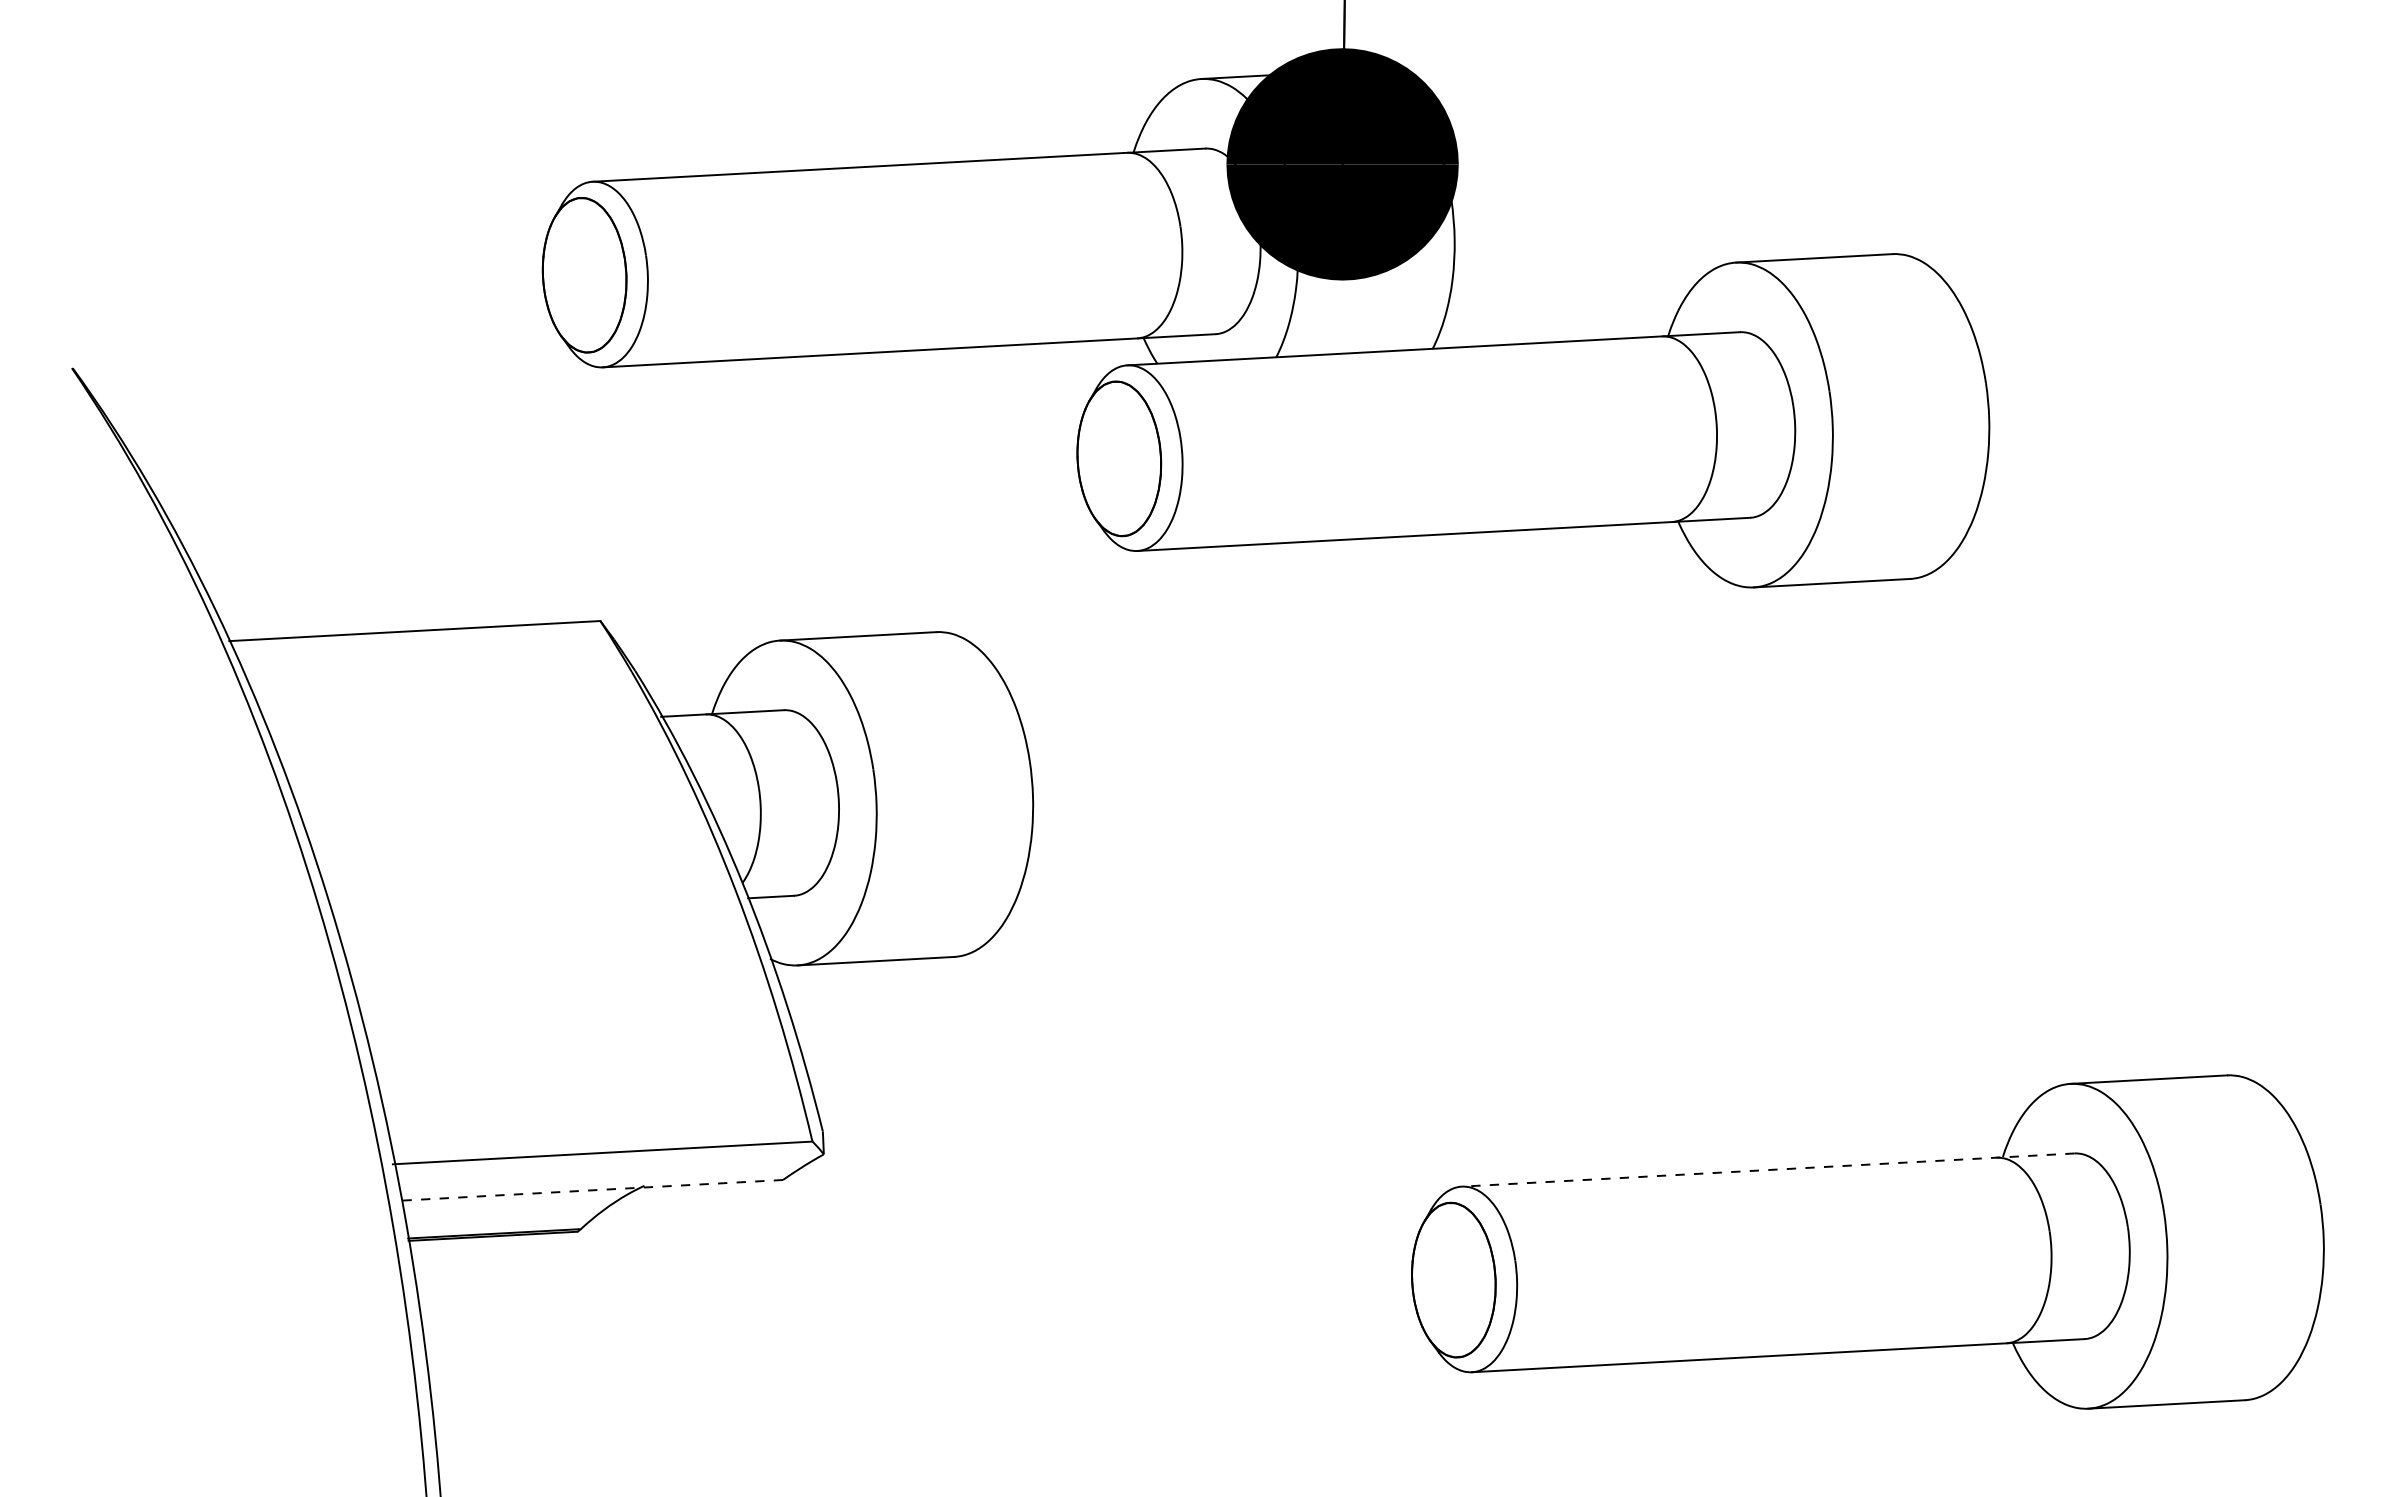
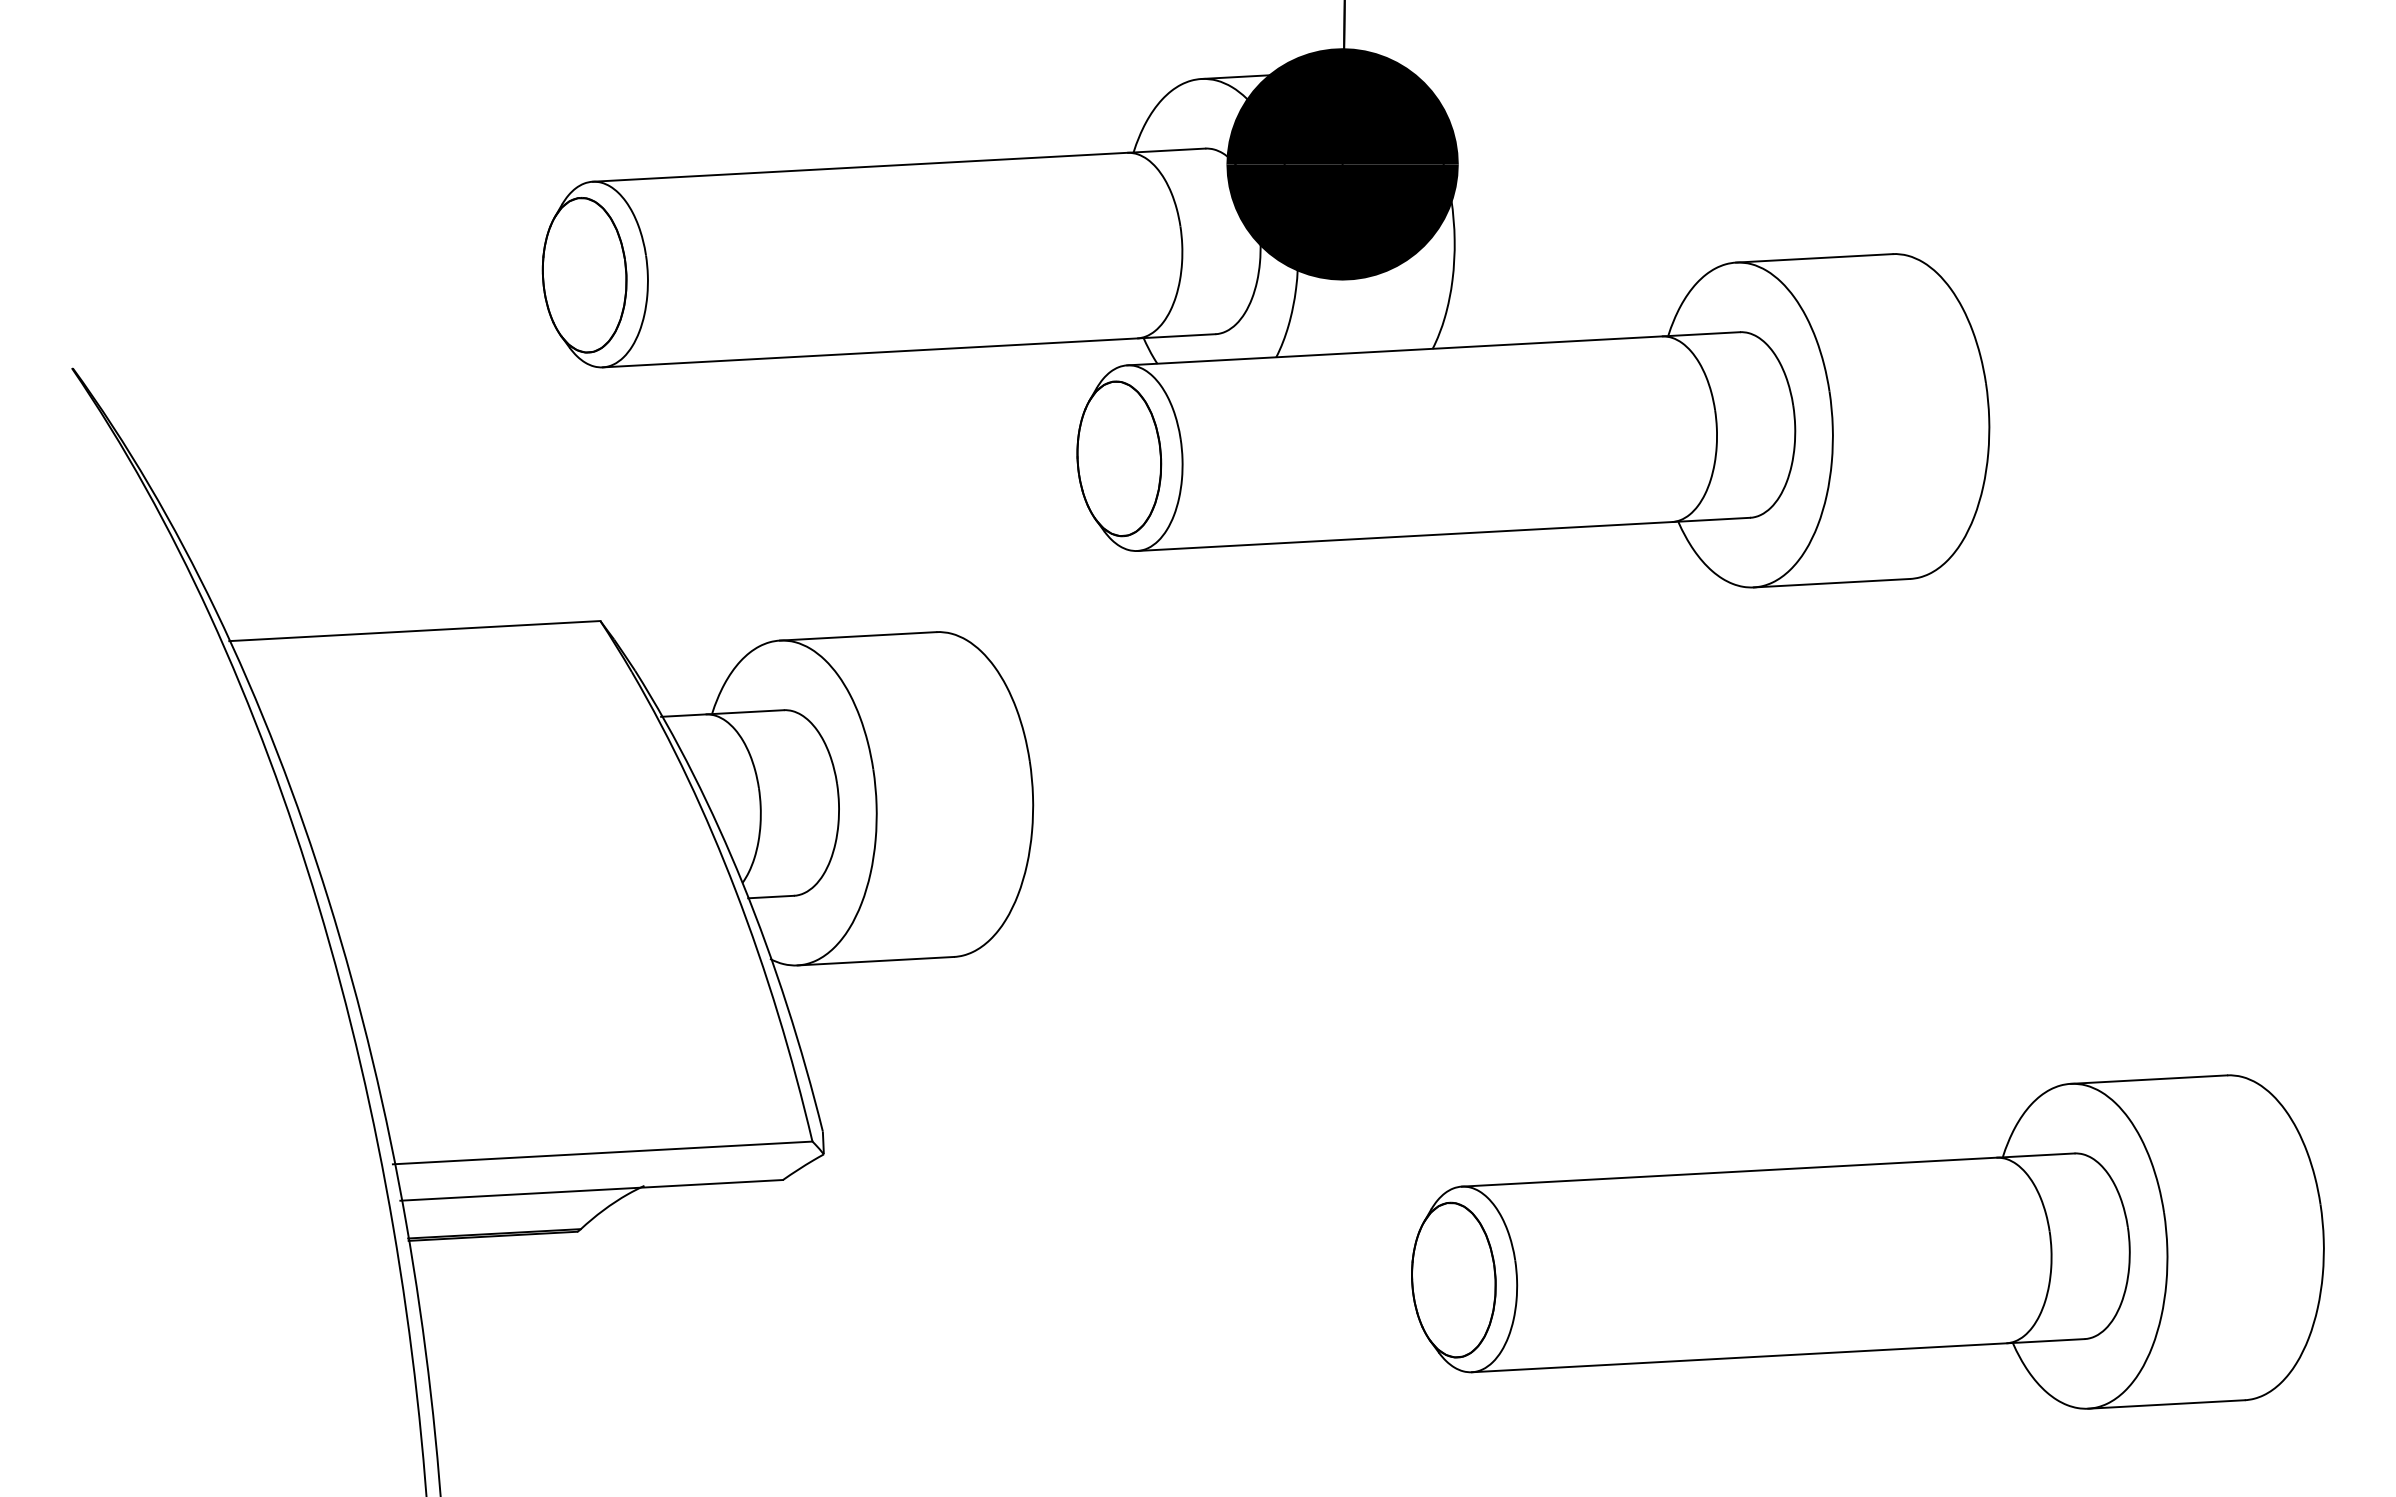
line at (1768, 1170): dashed -> solid
line at (591, 1190): dashed -> solid
